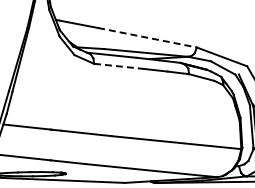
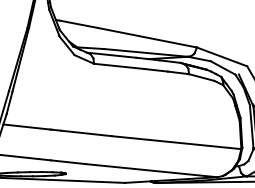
line at (147, 37): dashed -> solid
line at (119, 66): dashed -> solid
